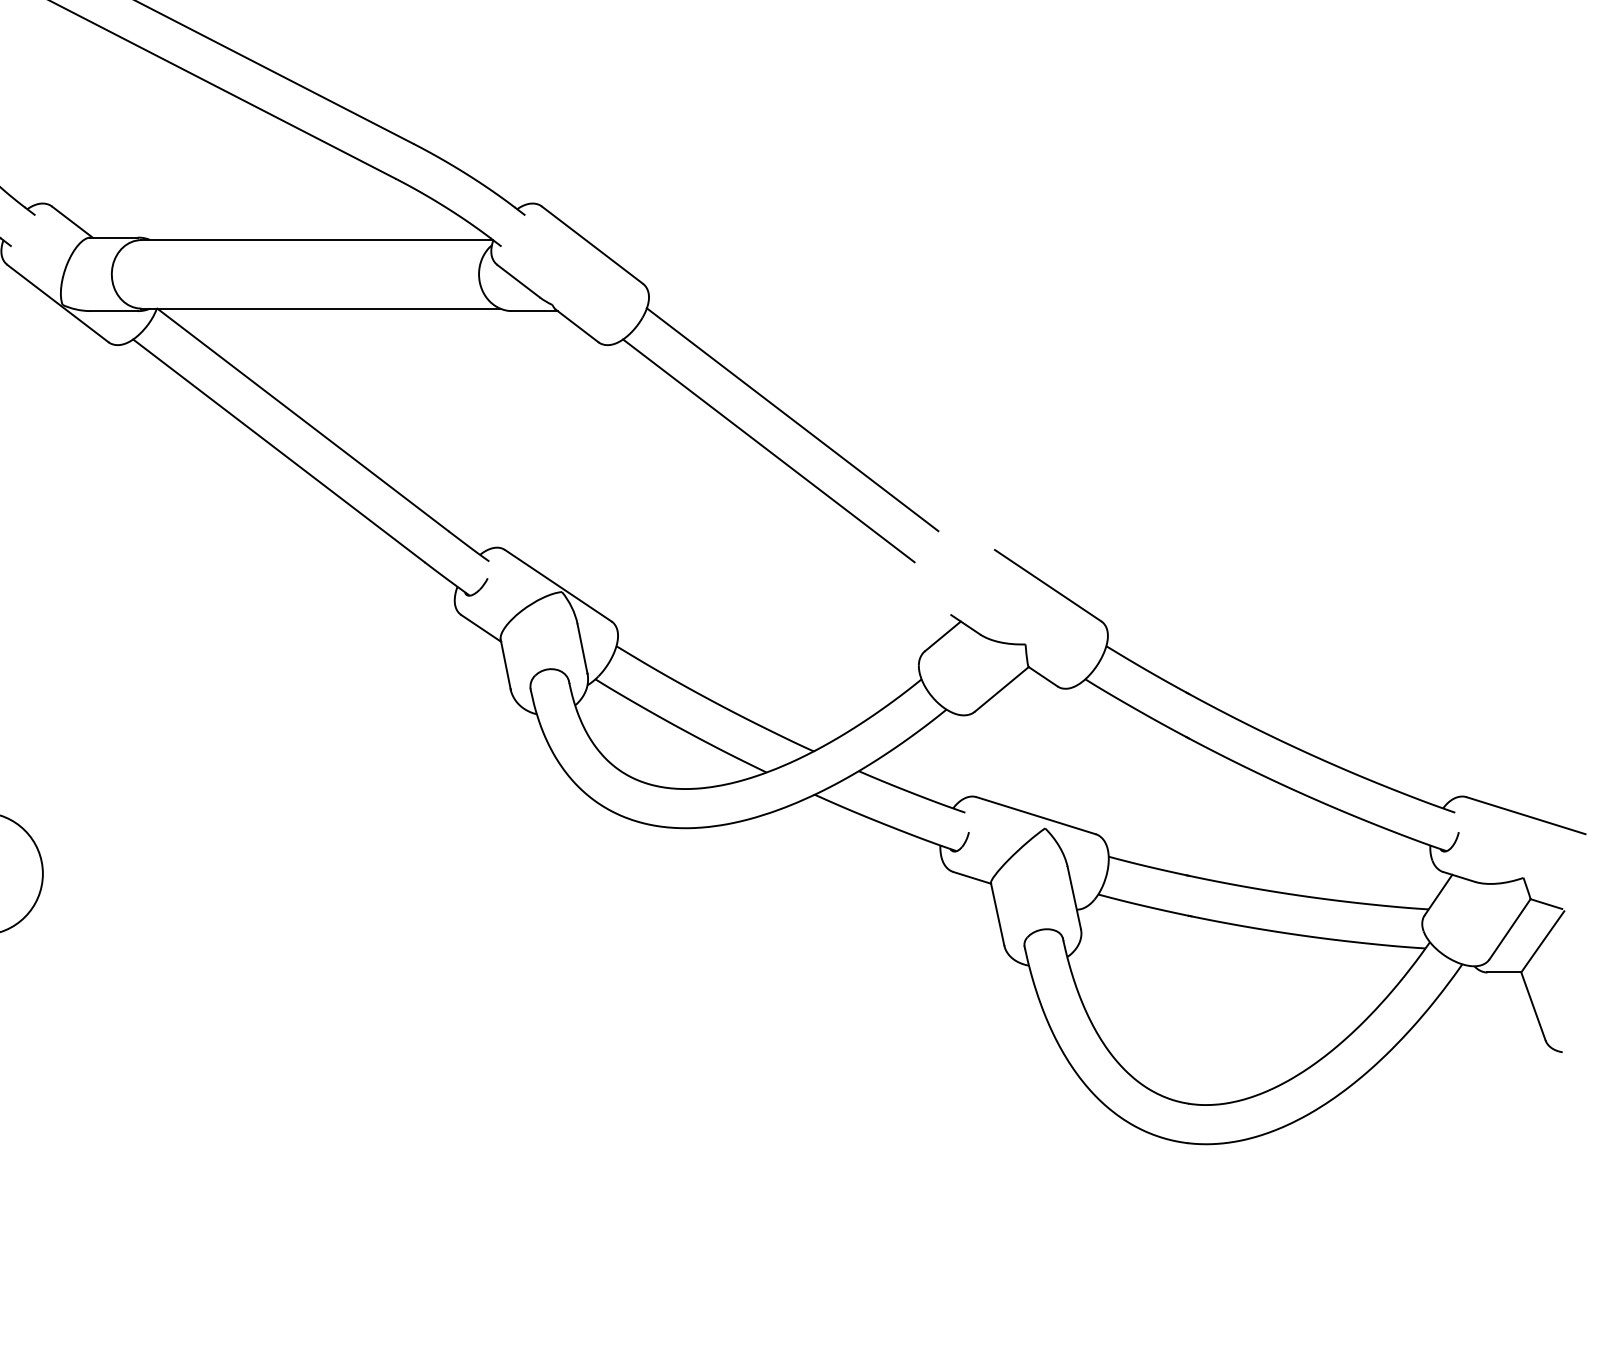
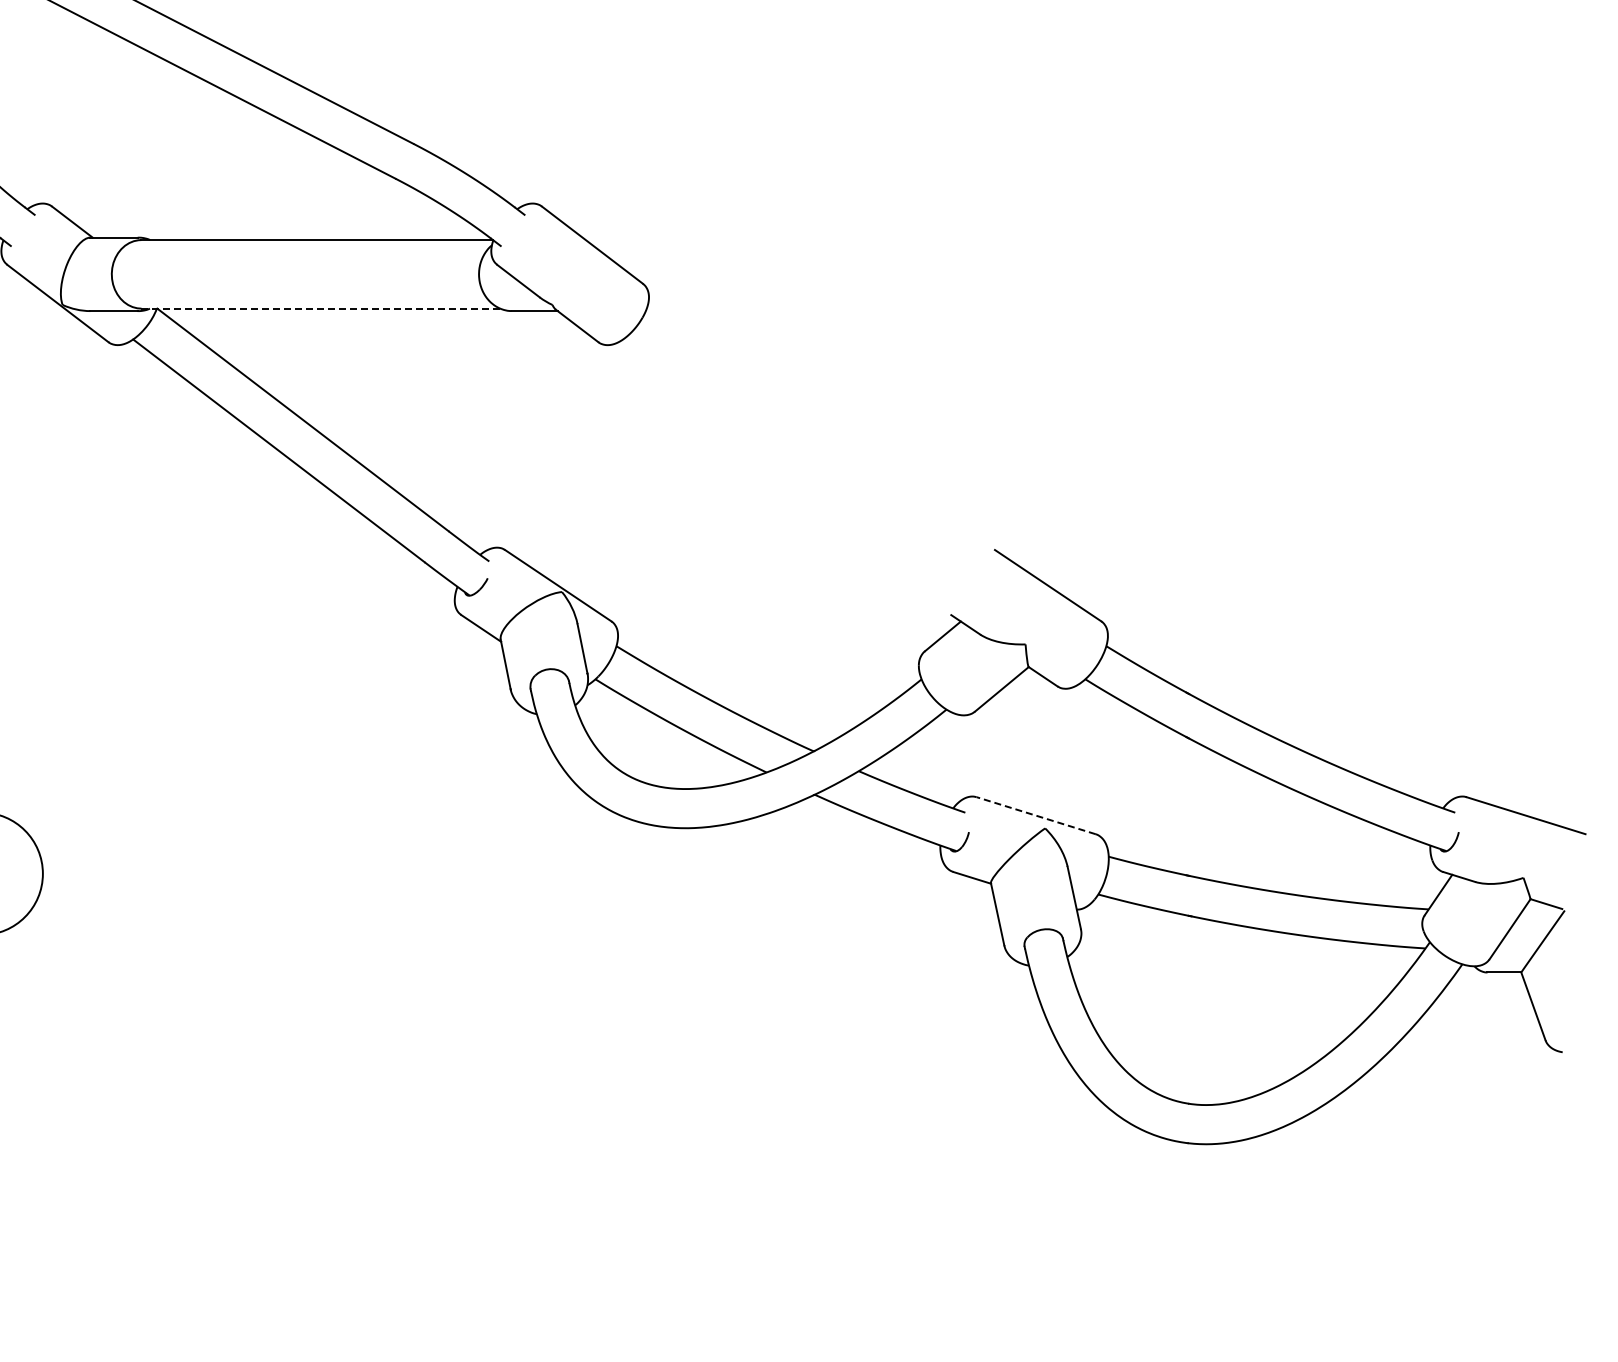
line at (321, 308): solid -> dashed
line at (792, 419): present -> none
line at (768, 450): present -> none
line at (1035, 815): solid -> dashed
